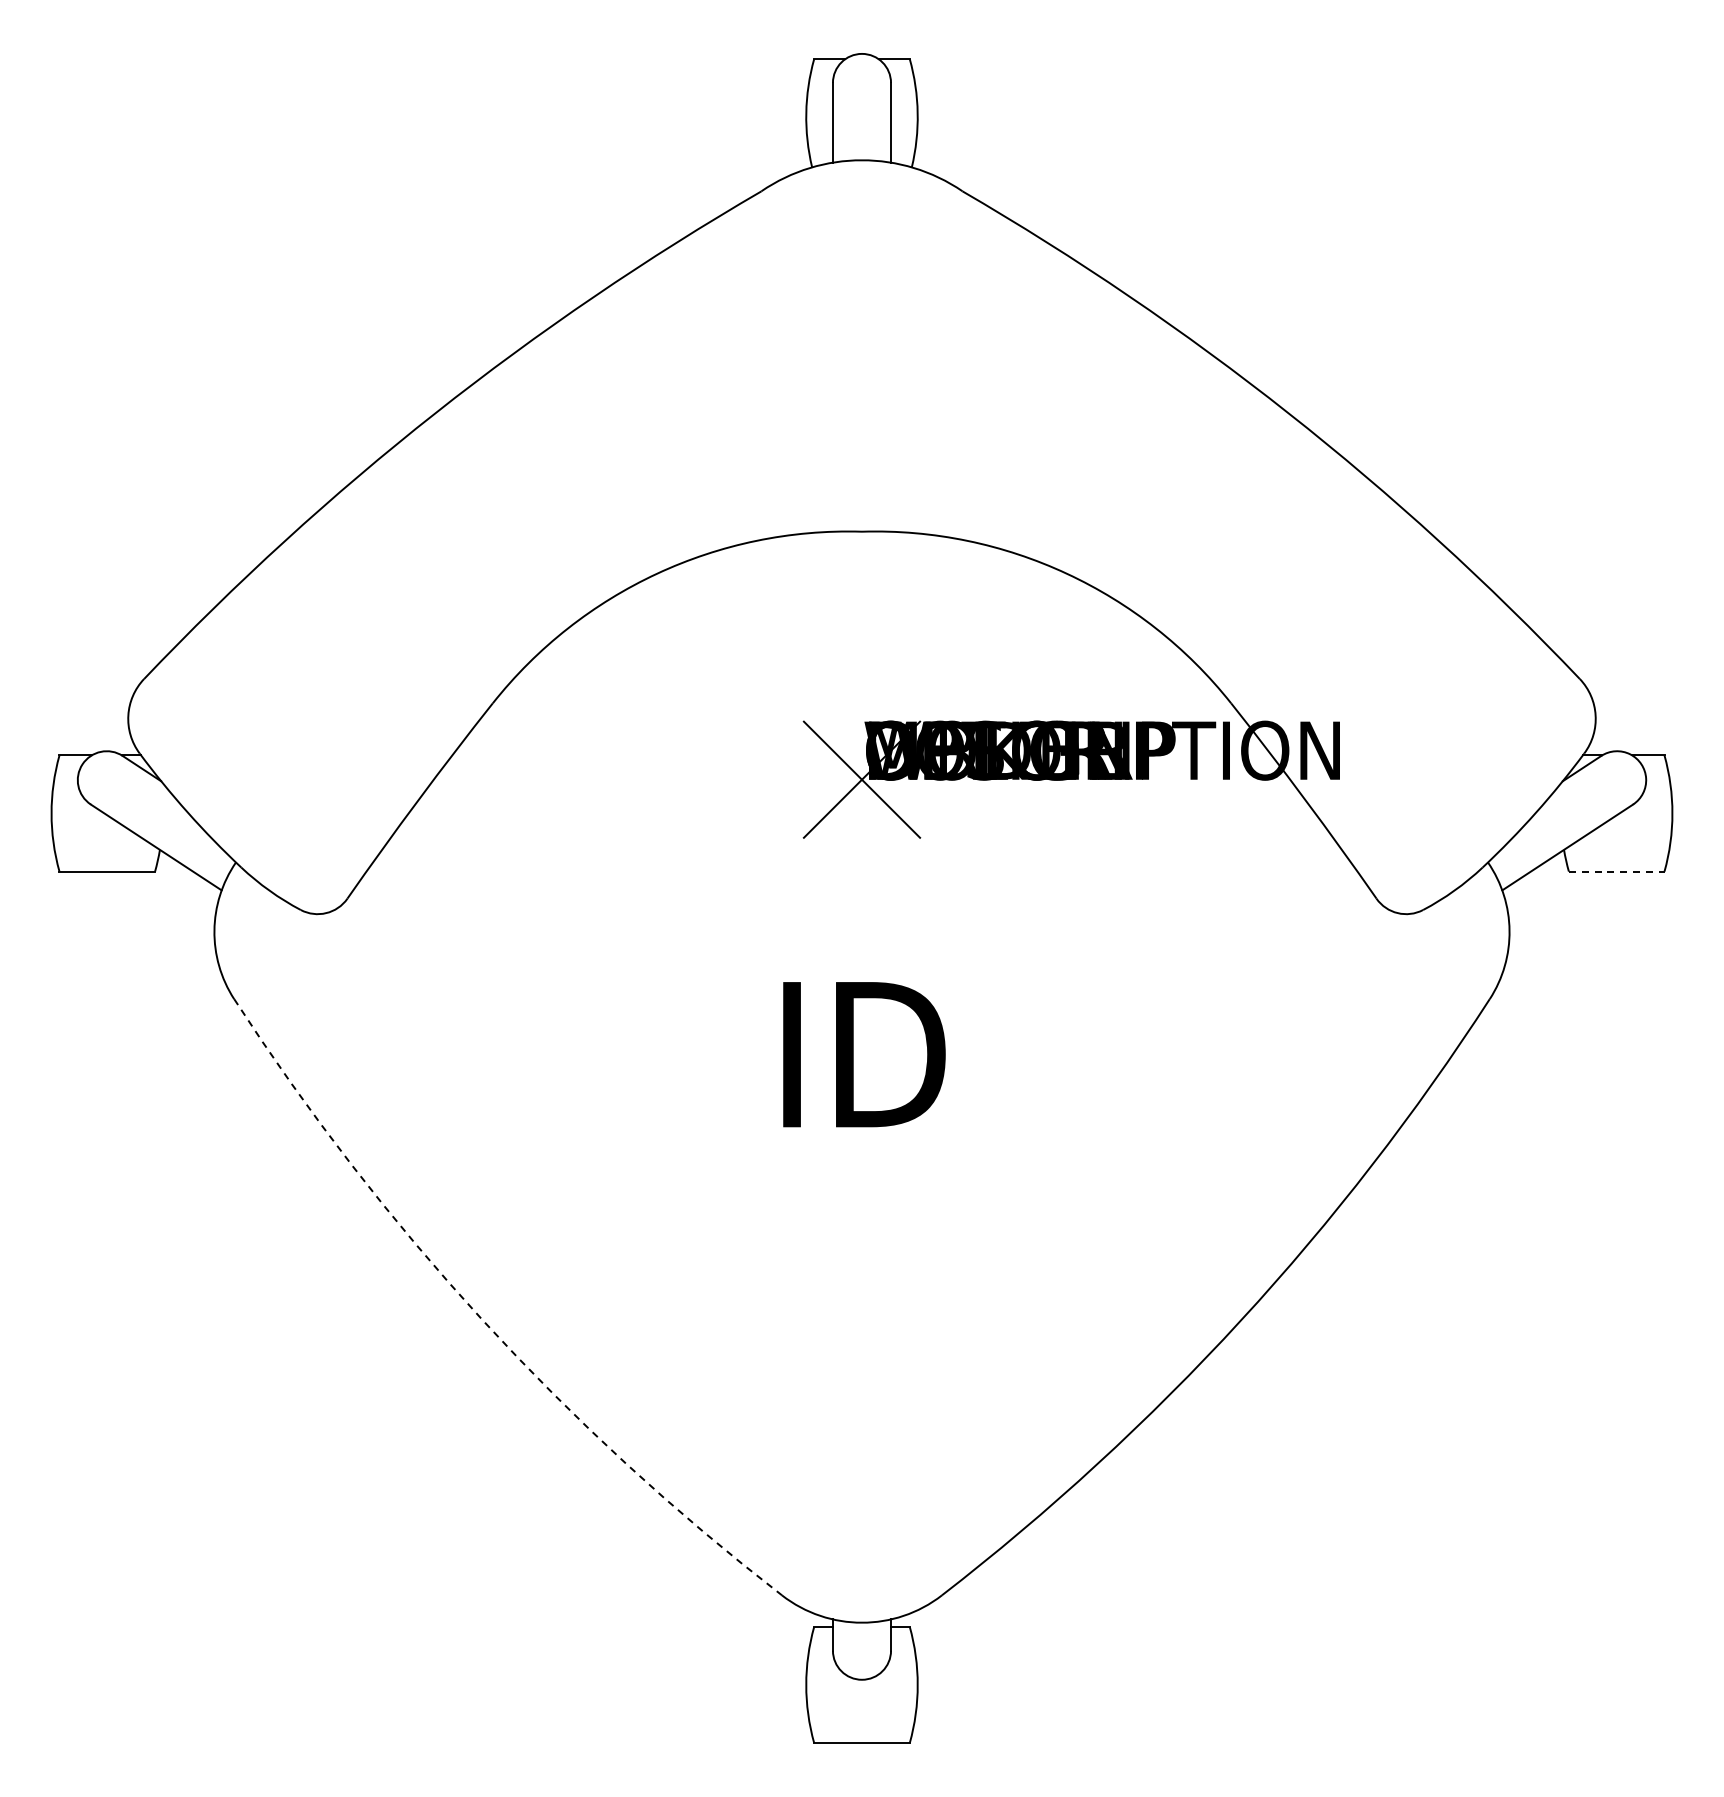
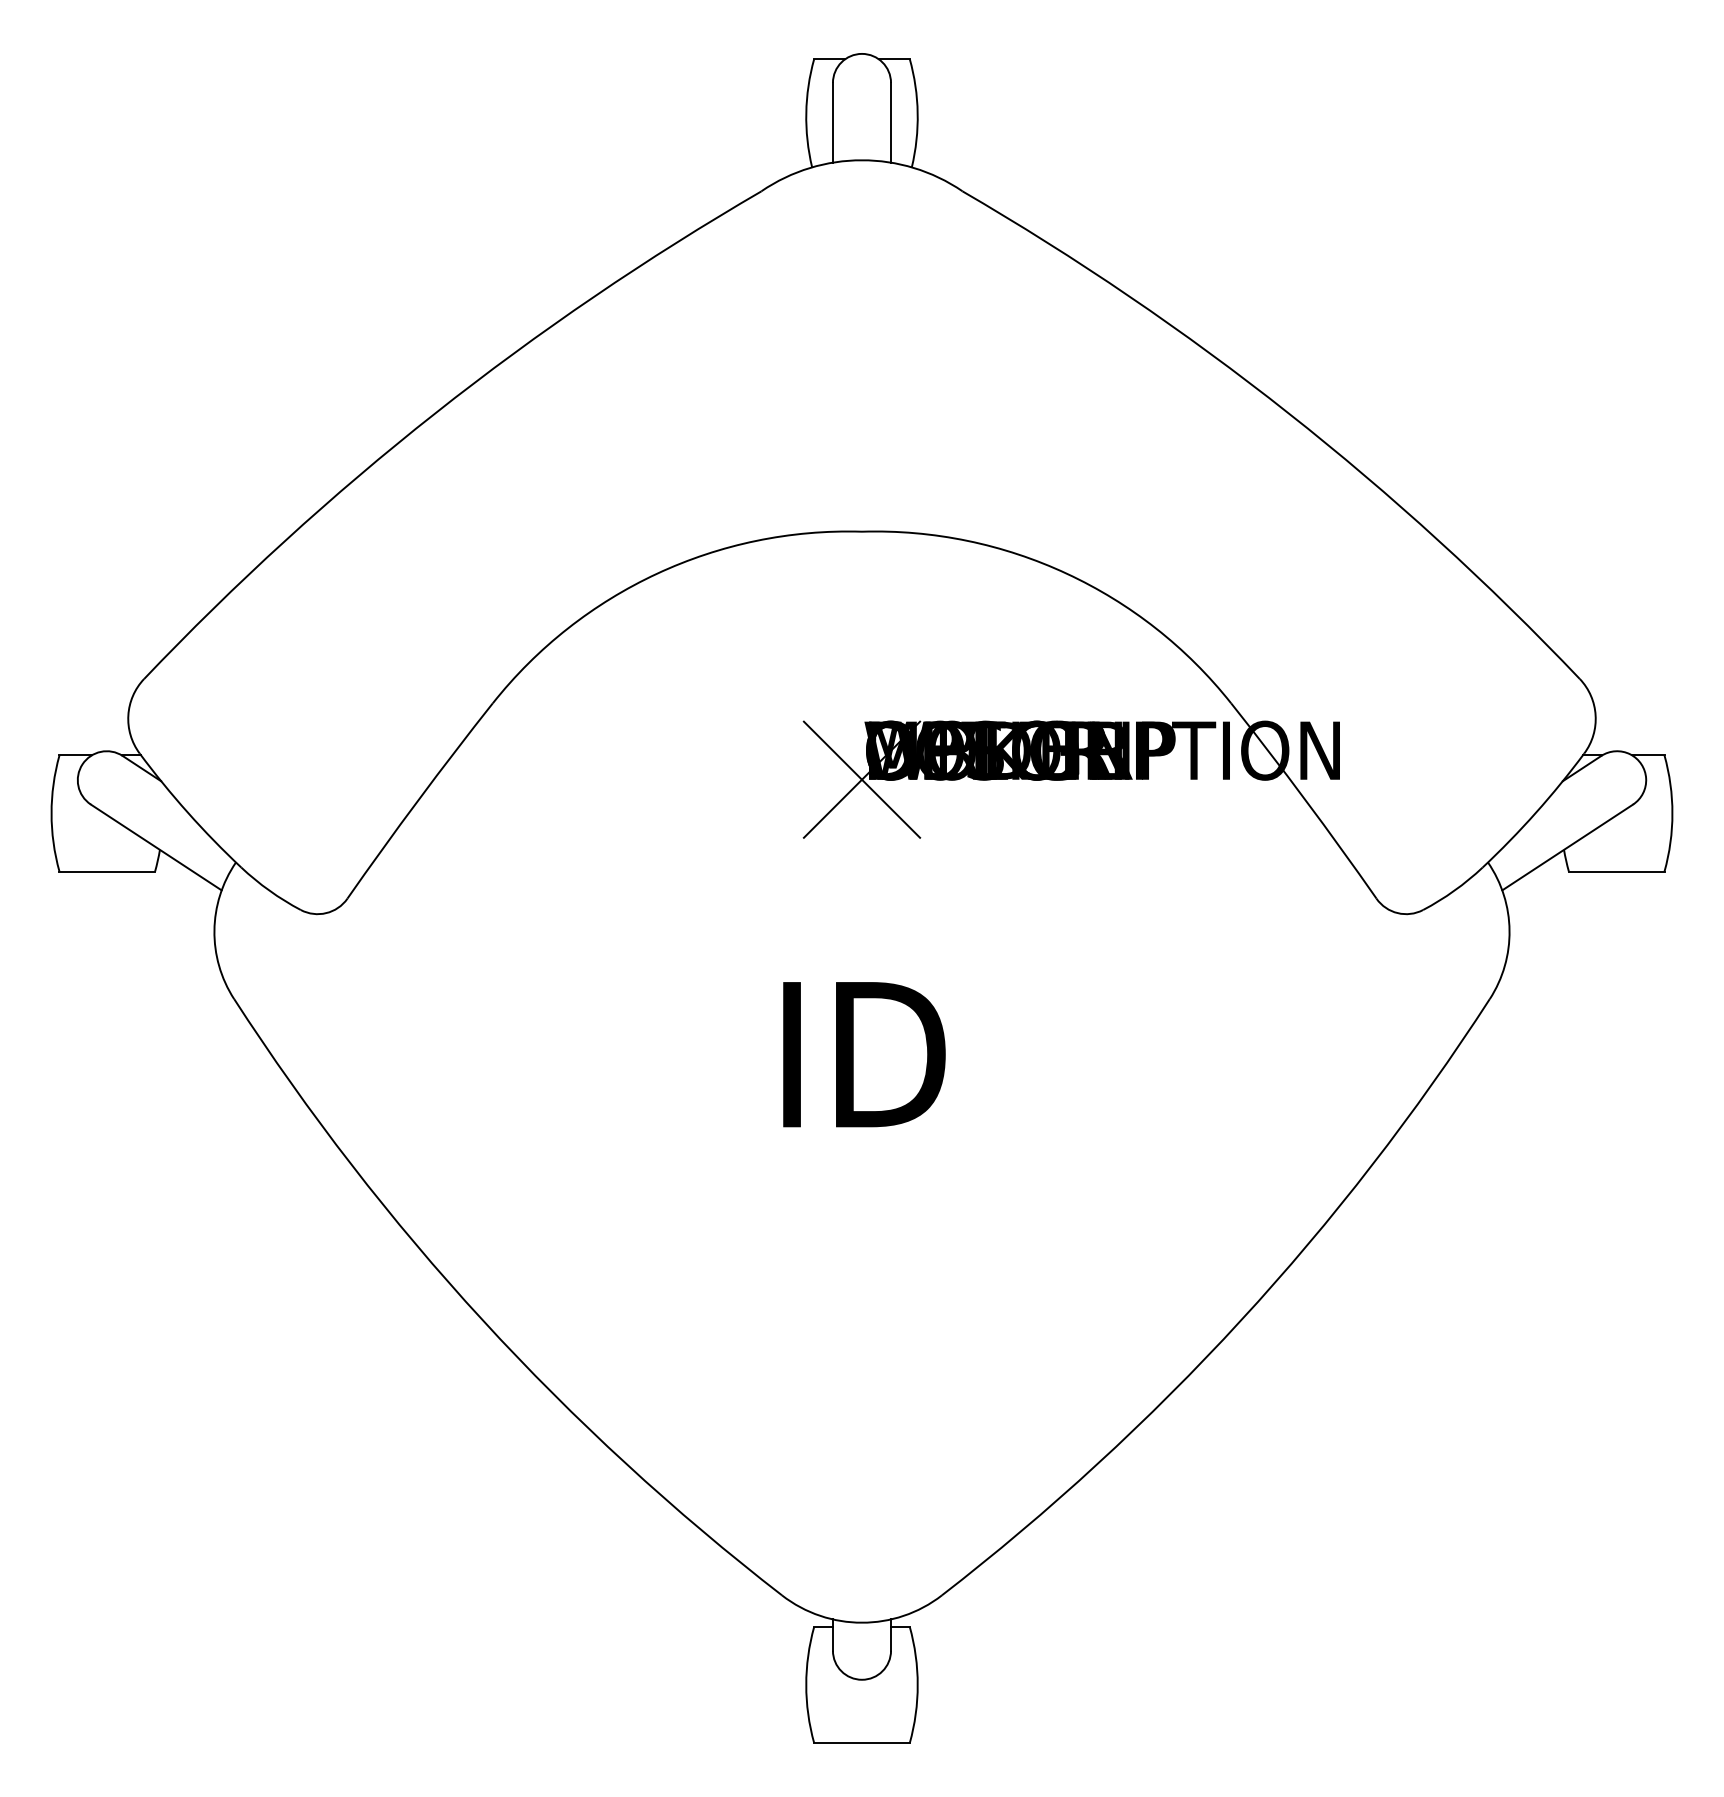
line at (1616, 871): dashed -> solid
arc at (482, 1320): dashed -> solid
